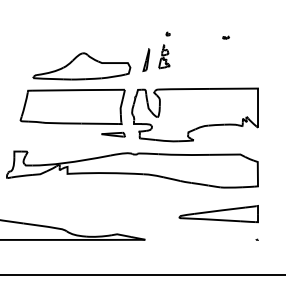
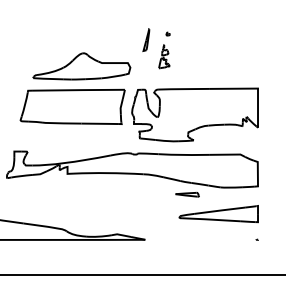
part at (225, 37): present -> none
part at (146, 59) position: (146, 59) -> (146, 39)
part at (113, 134) position: (113, 134) -> (187, 194)
